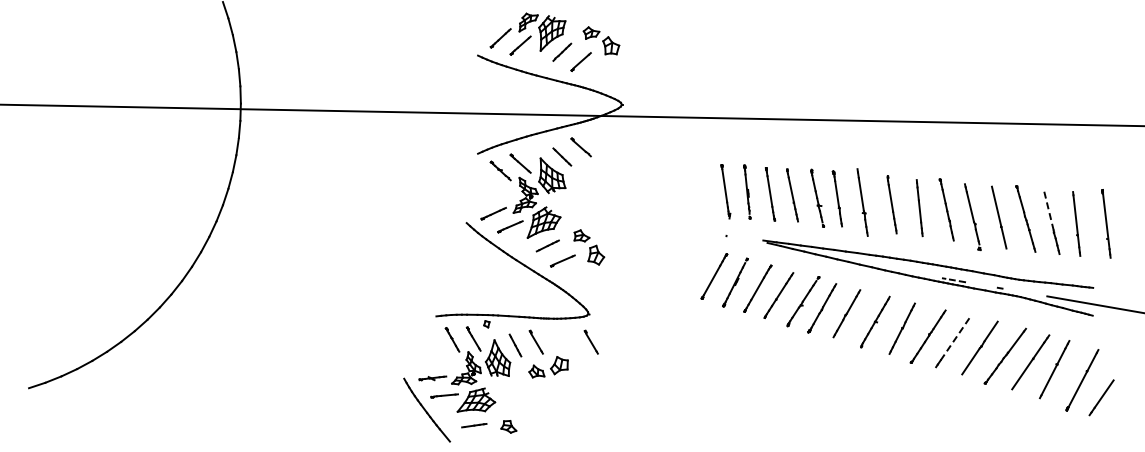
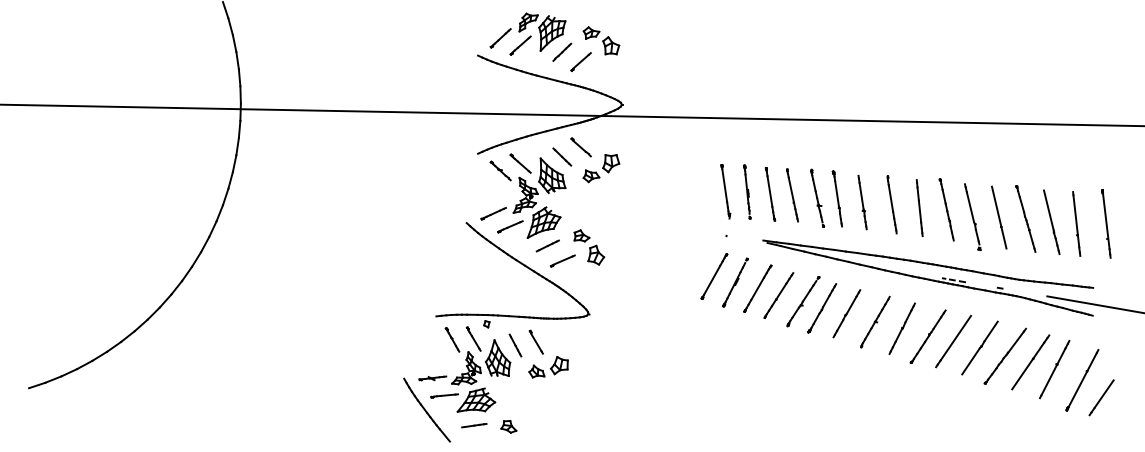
part at (601, 168): none -> present
part at (862, 202) size: 13x69 px -> 11x57 px
line at (1048, 210): dashed -> solid
line at (955, 338): dashed -> solid
line at (590, 341): present -> none
